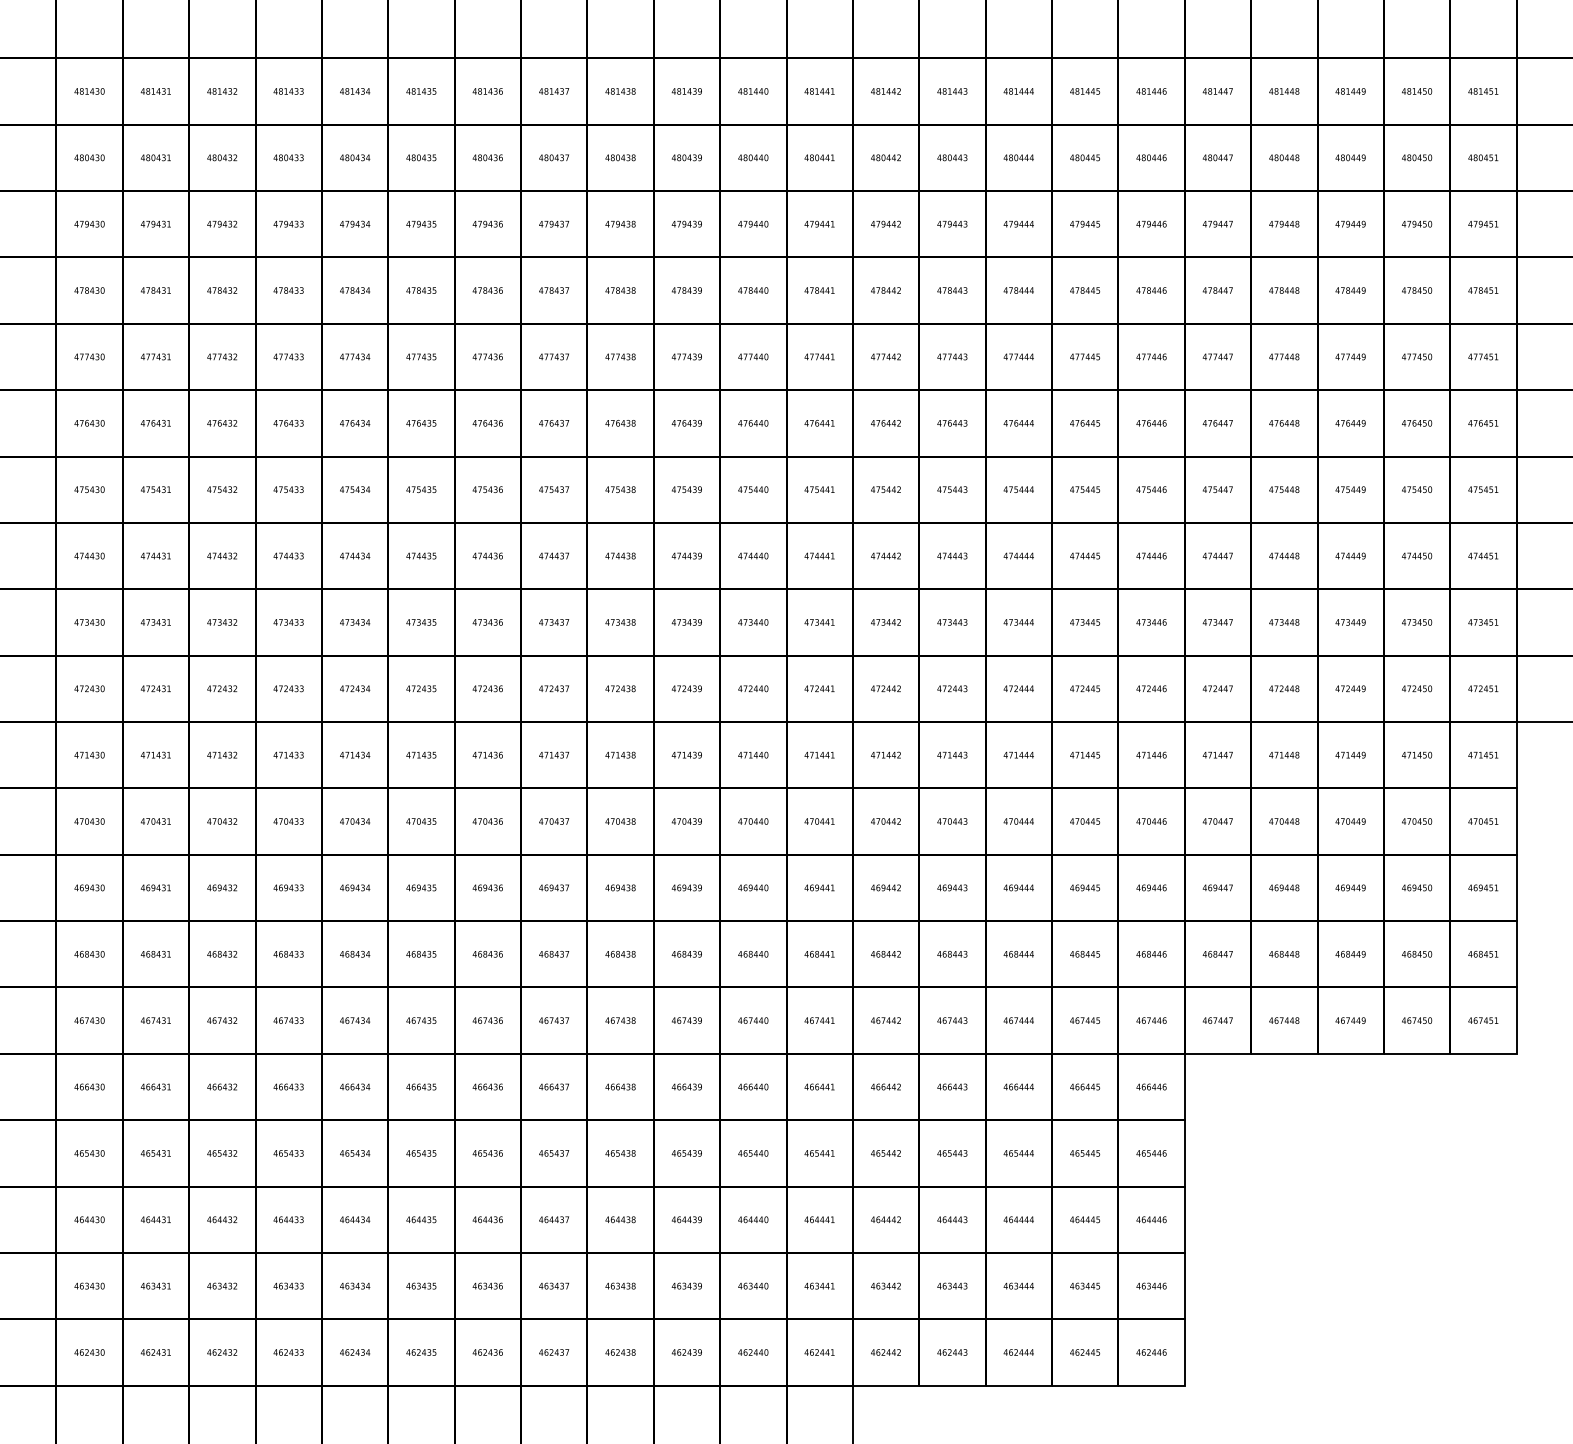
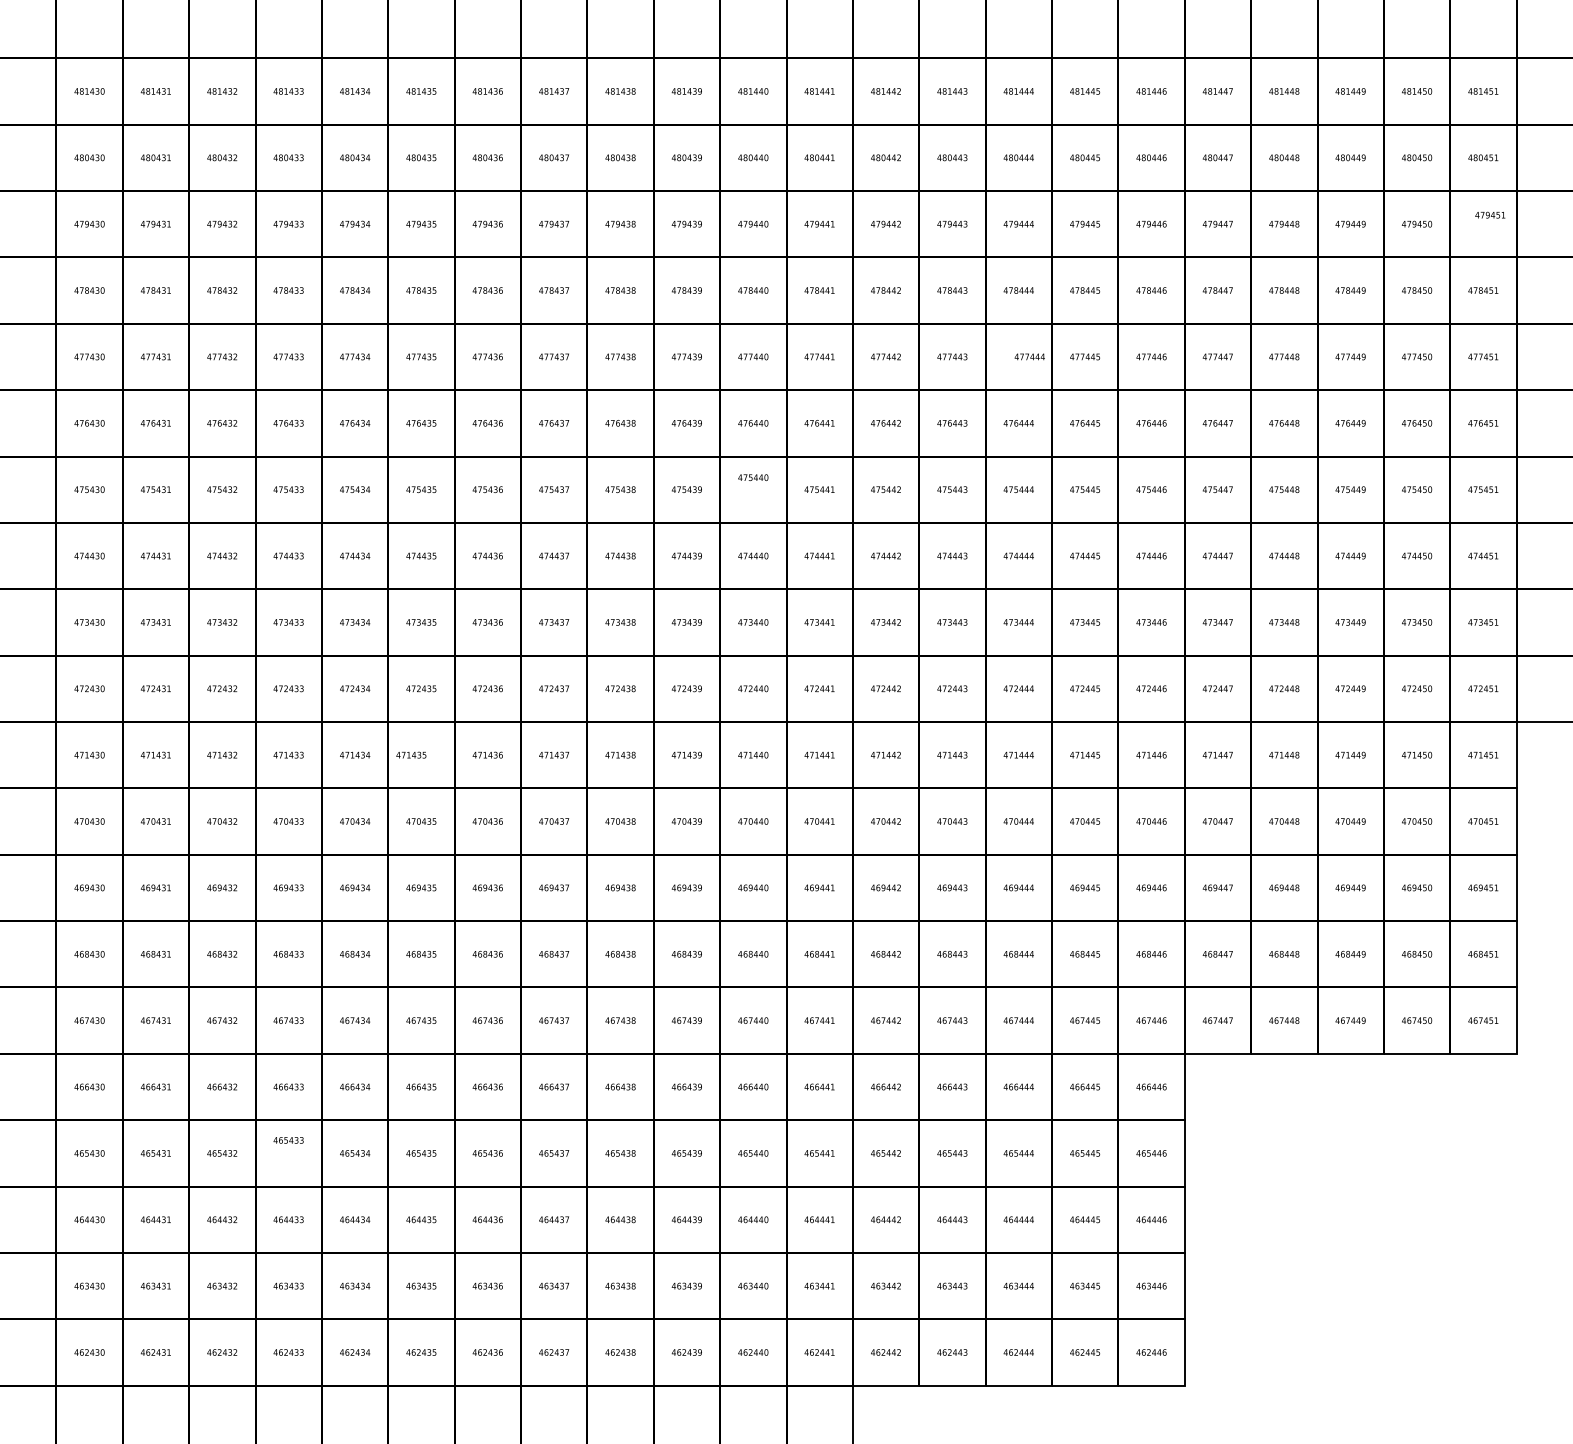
text at (1483, 223) position: (1483, 223) -> (1490, 214)
text at (1018, 356) position: (1018, 356) -> (1029, 356)
text at (753, 489) position: (753, 489) -> (753, 477)
text at (421, 754) position: (421, 754) -> (411, 754)
text at (288, 1153) position: (288, 1153) -> (288, 1140)
